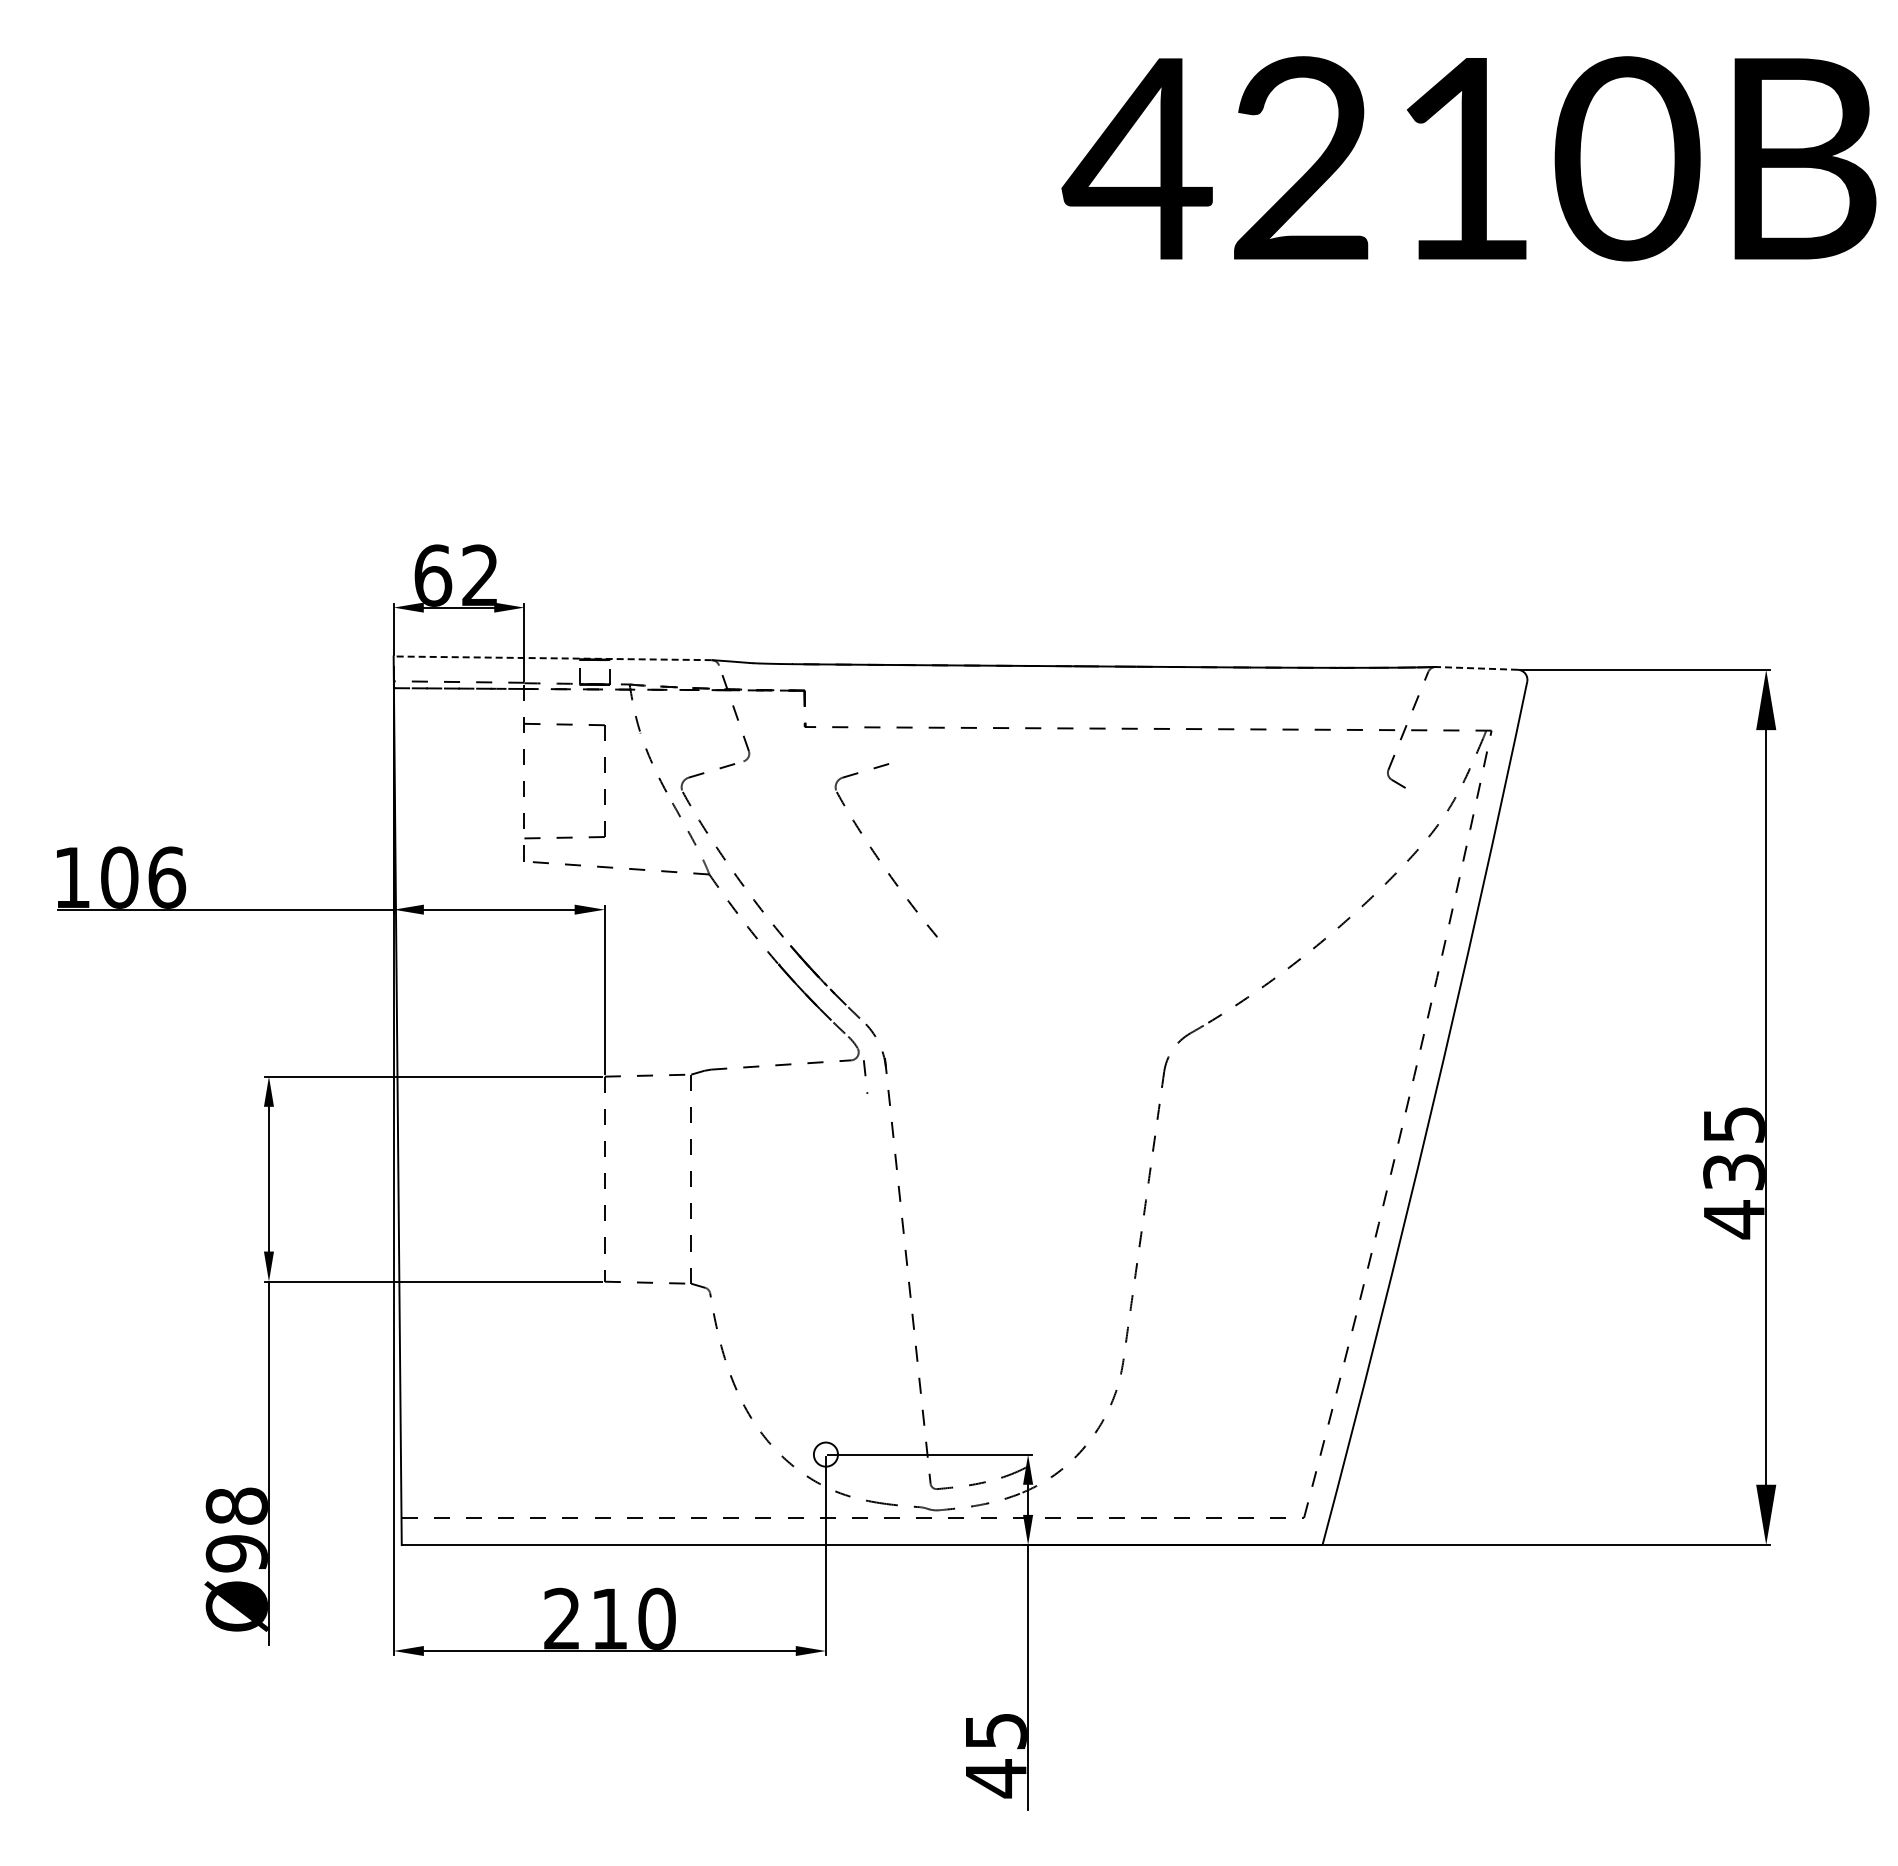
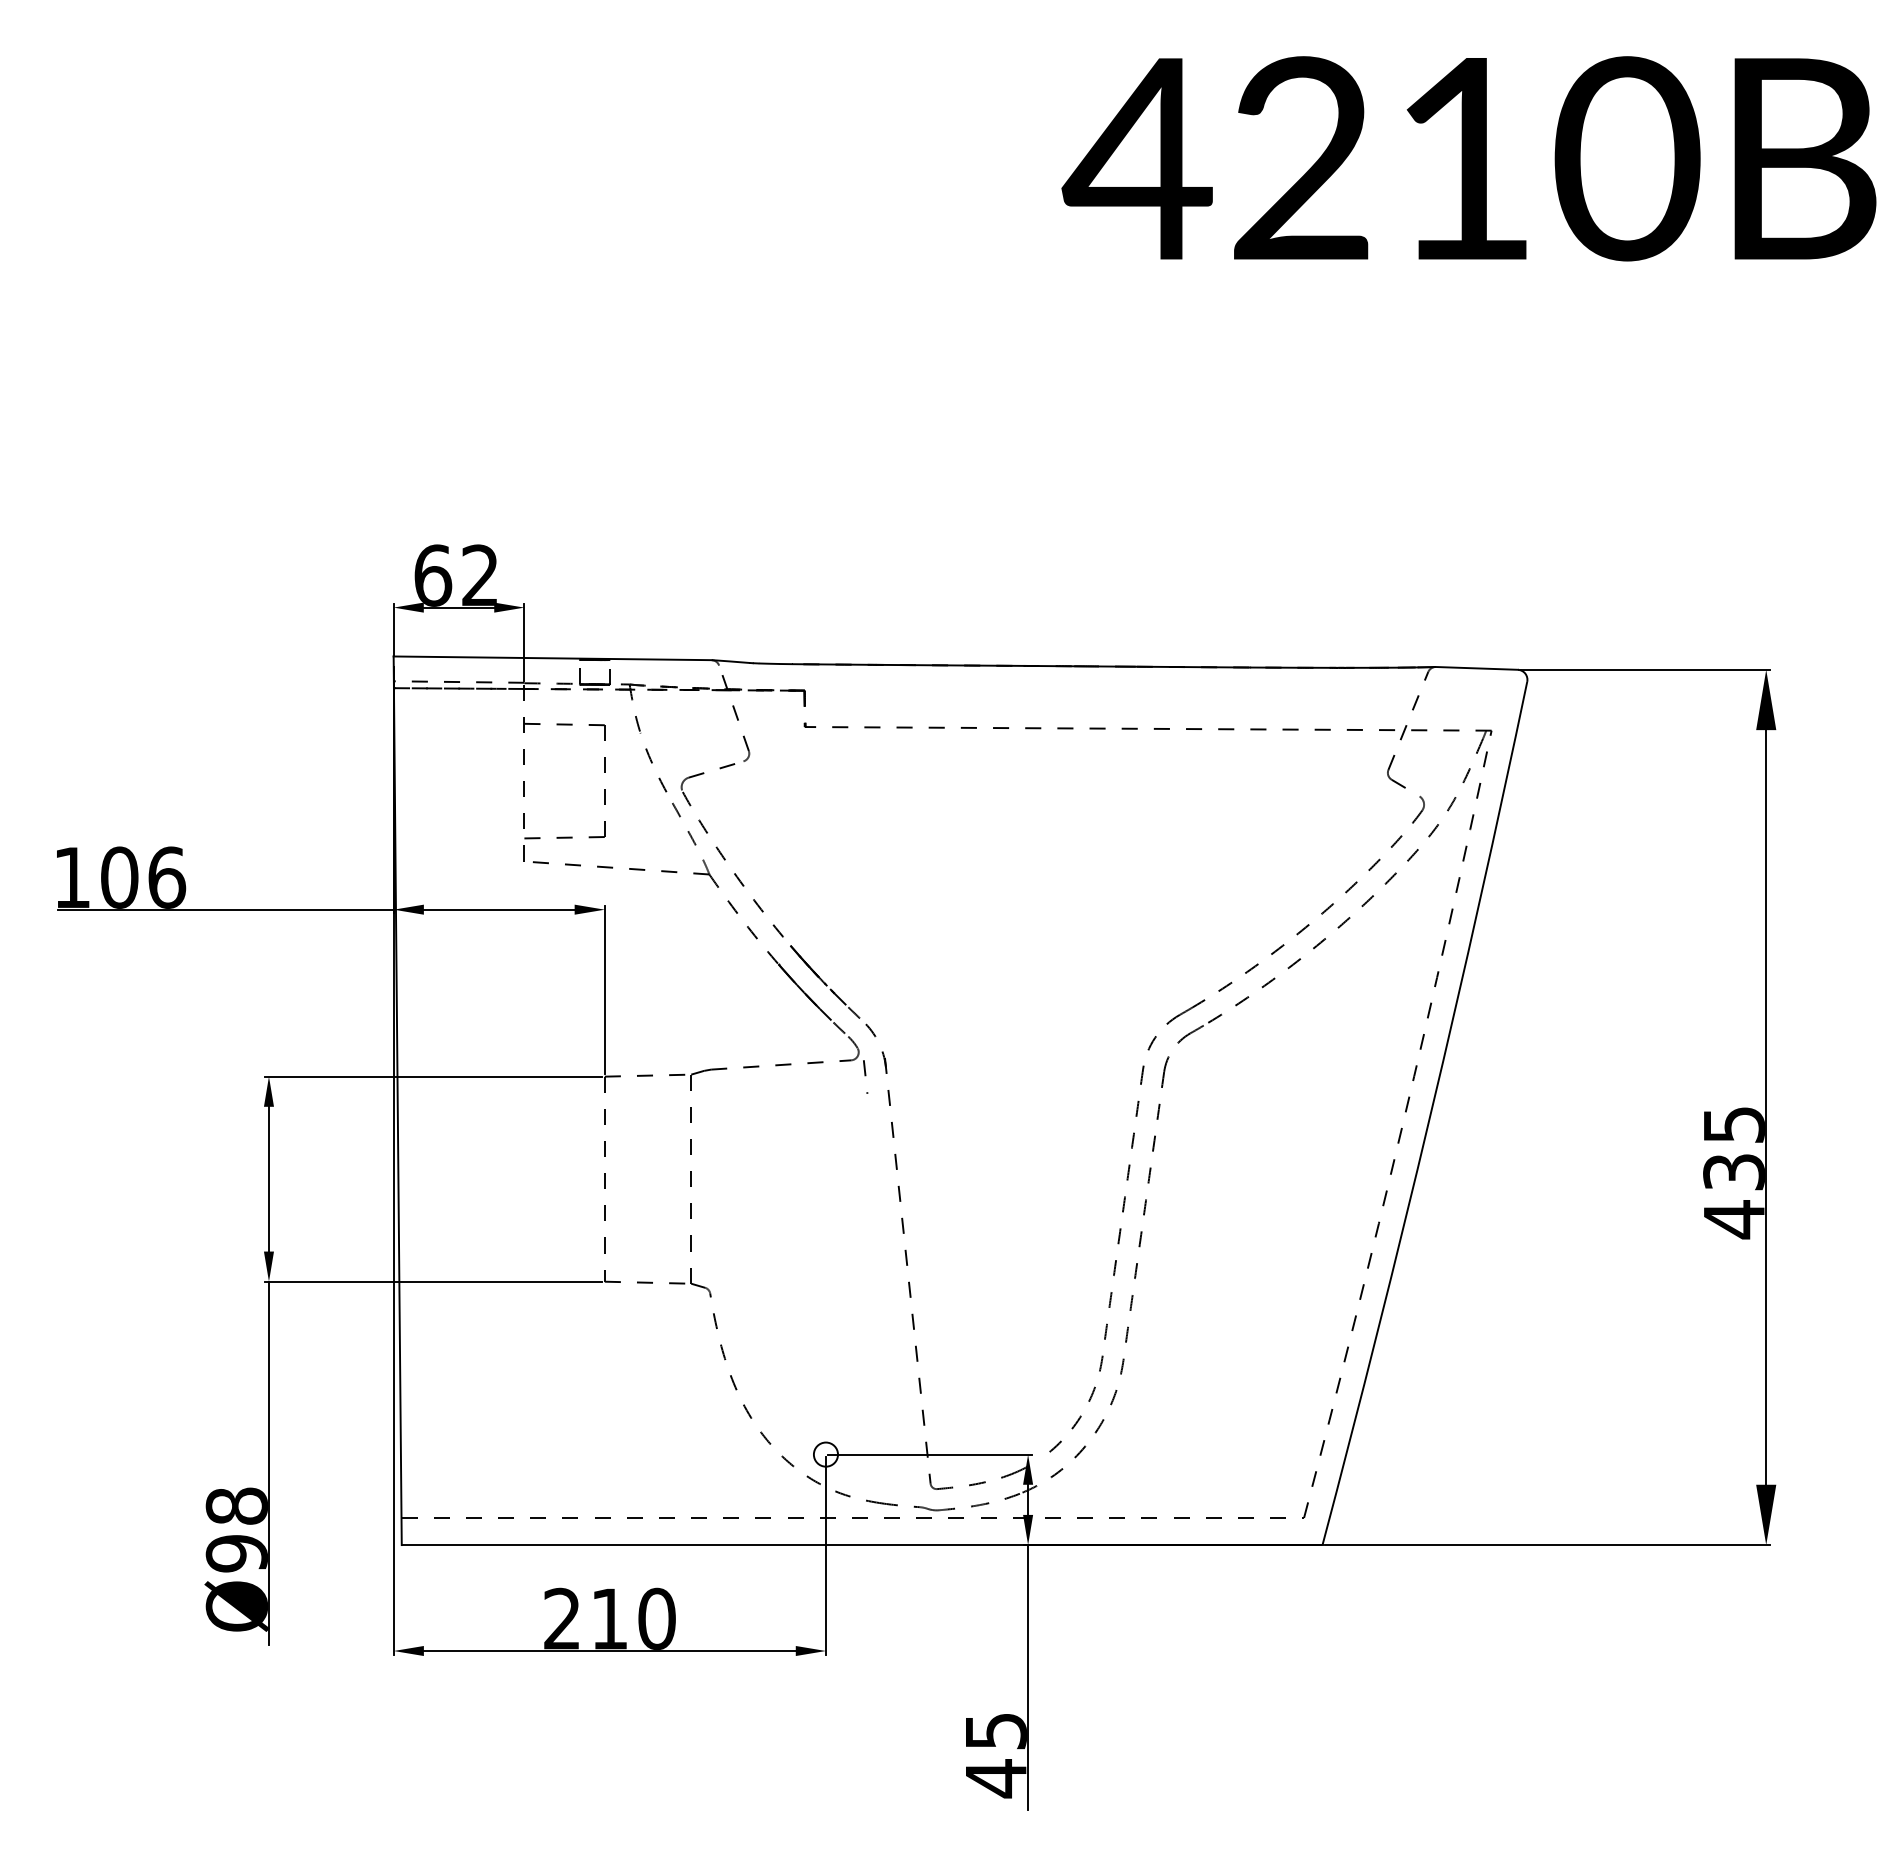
line at (552, 658): dashed -> solid
line at (1476, 668): dashed -> solid
part at (877, 855): present -> none
part at (1138, 1110): none -> present
